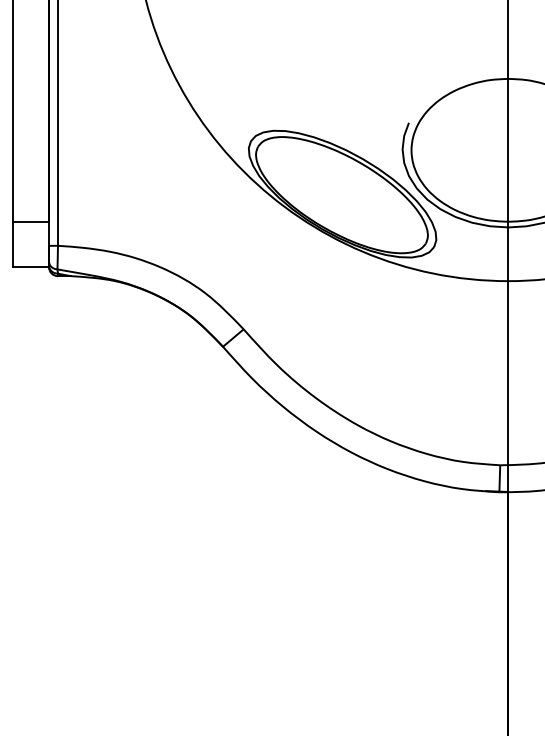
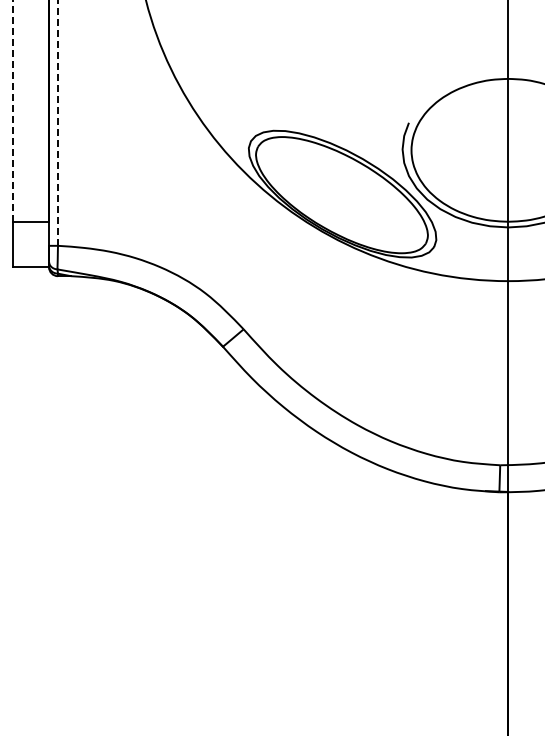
line at (12, 111): solid -> dashed
line at (58, 123): solid -> dashed
